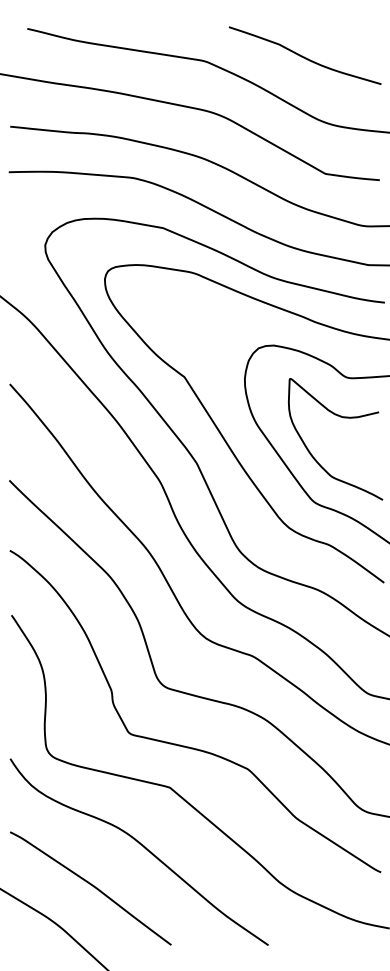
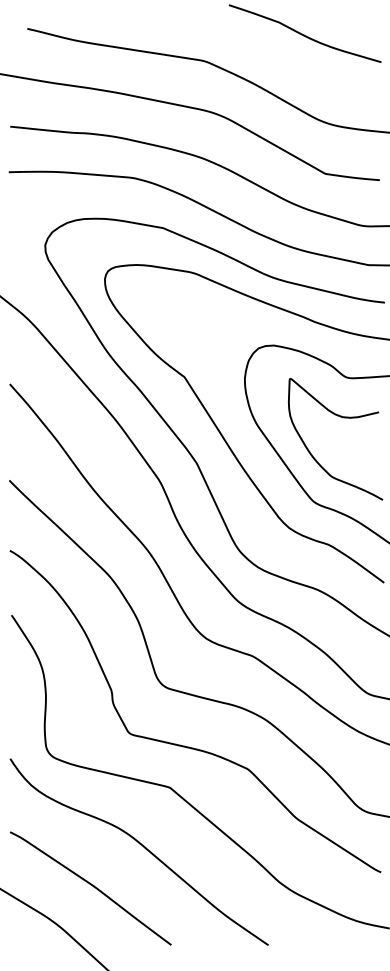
curve at (304, 56) position: (304, 56) -> (304, 34)
